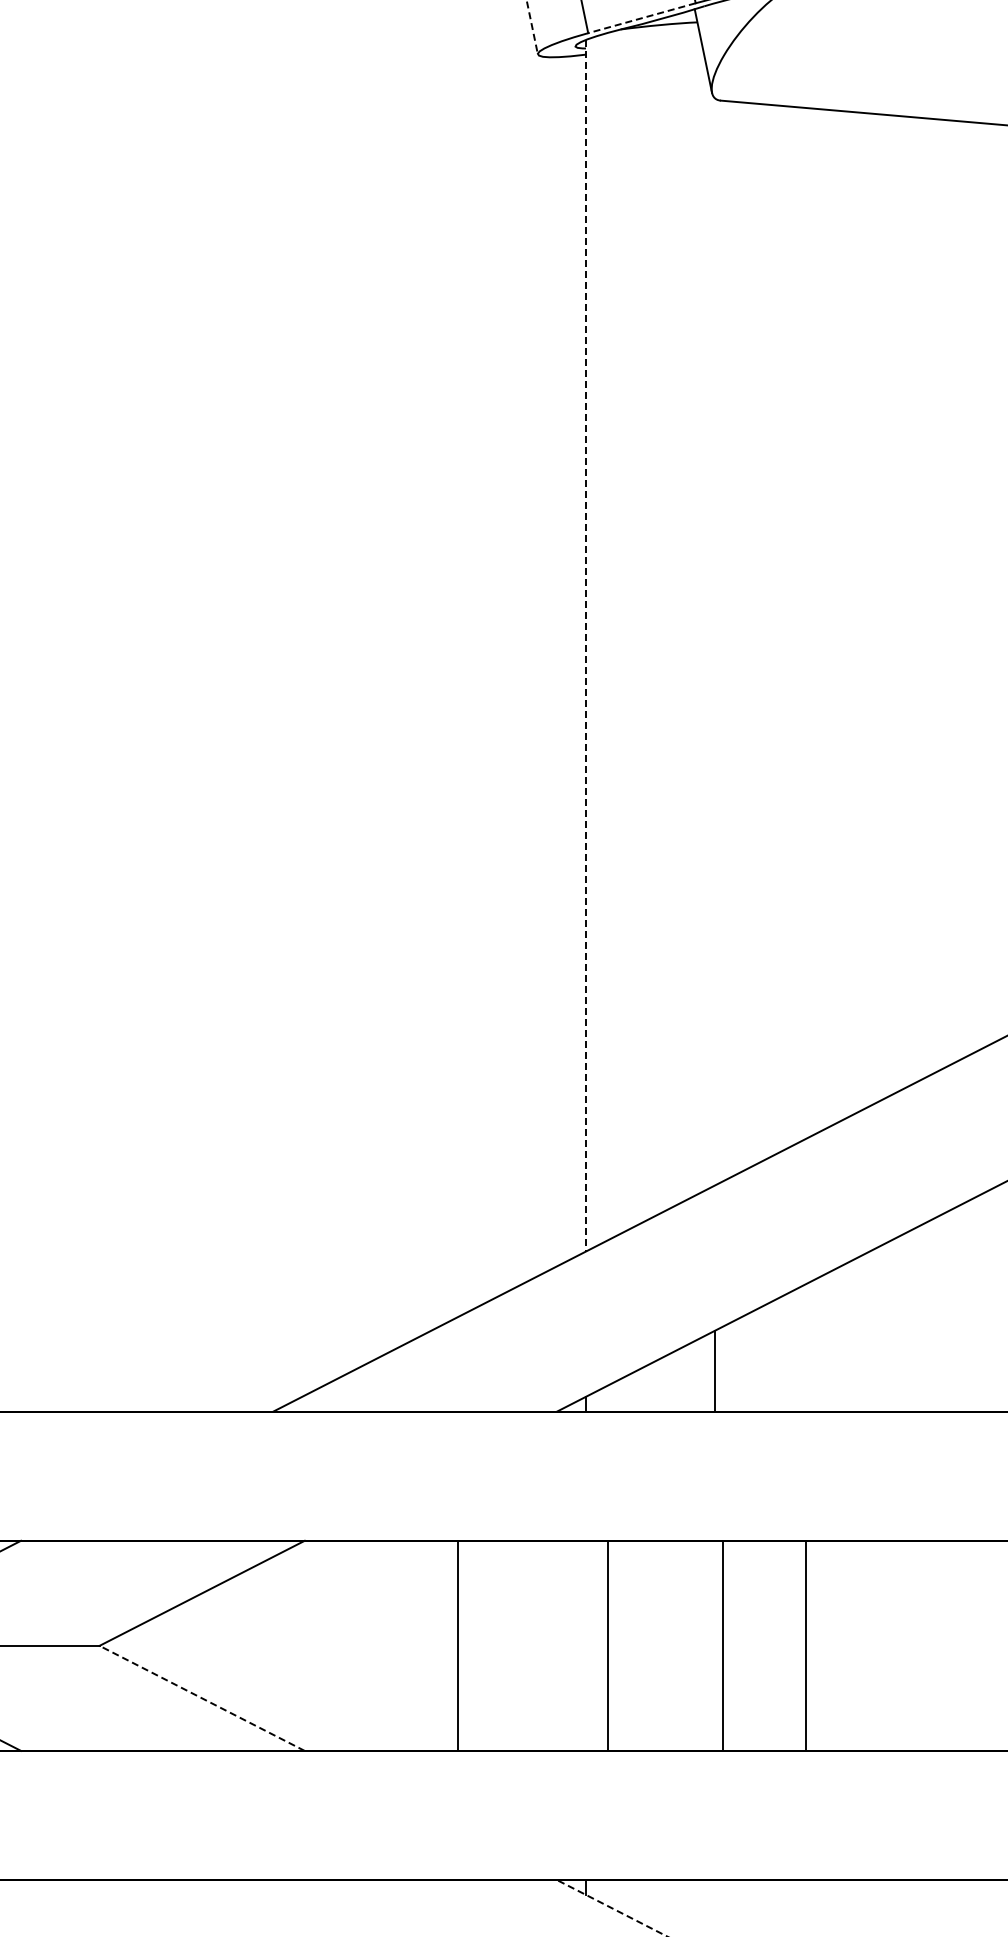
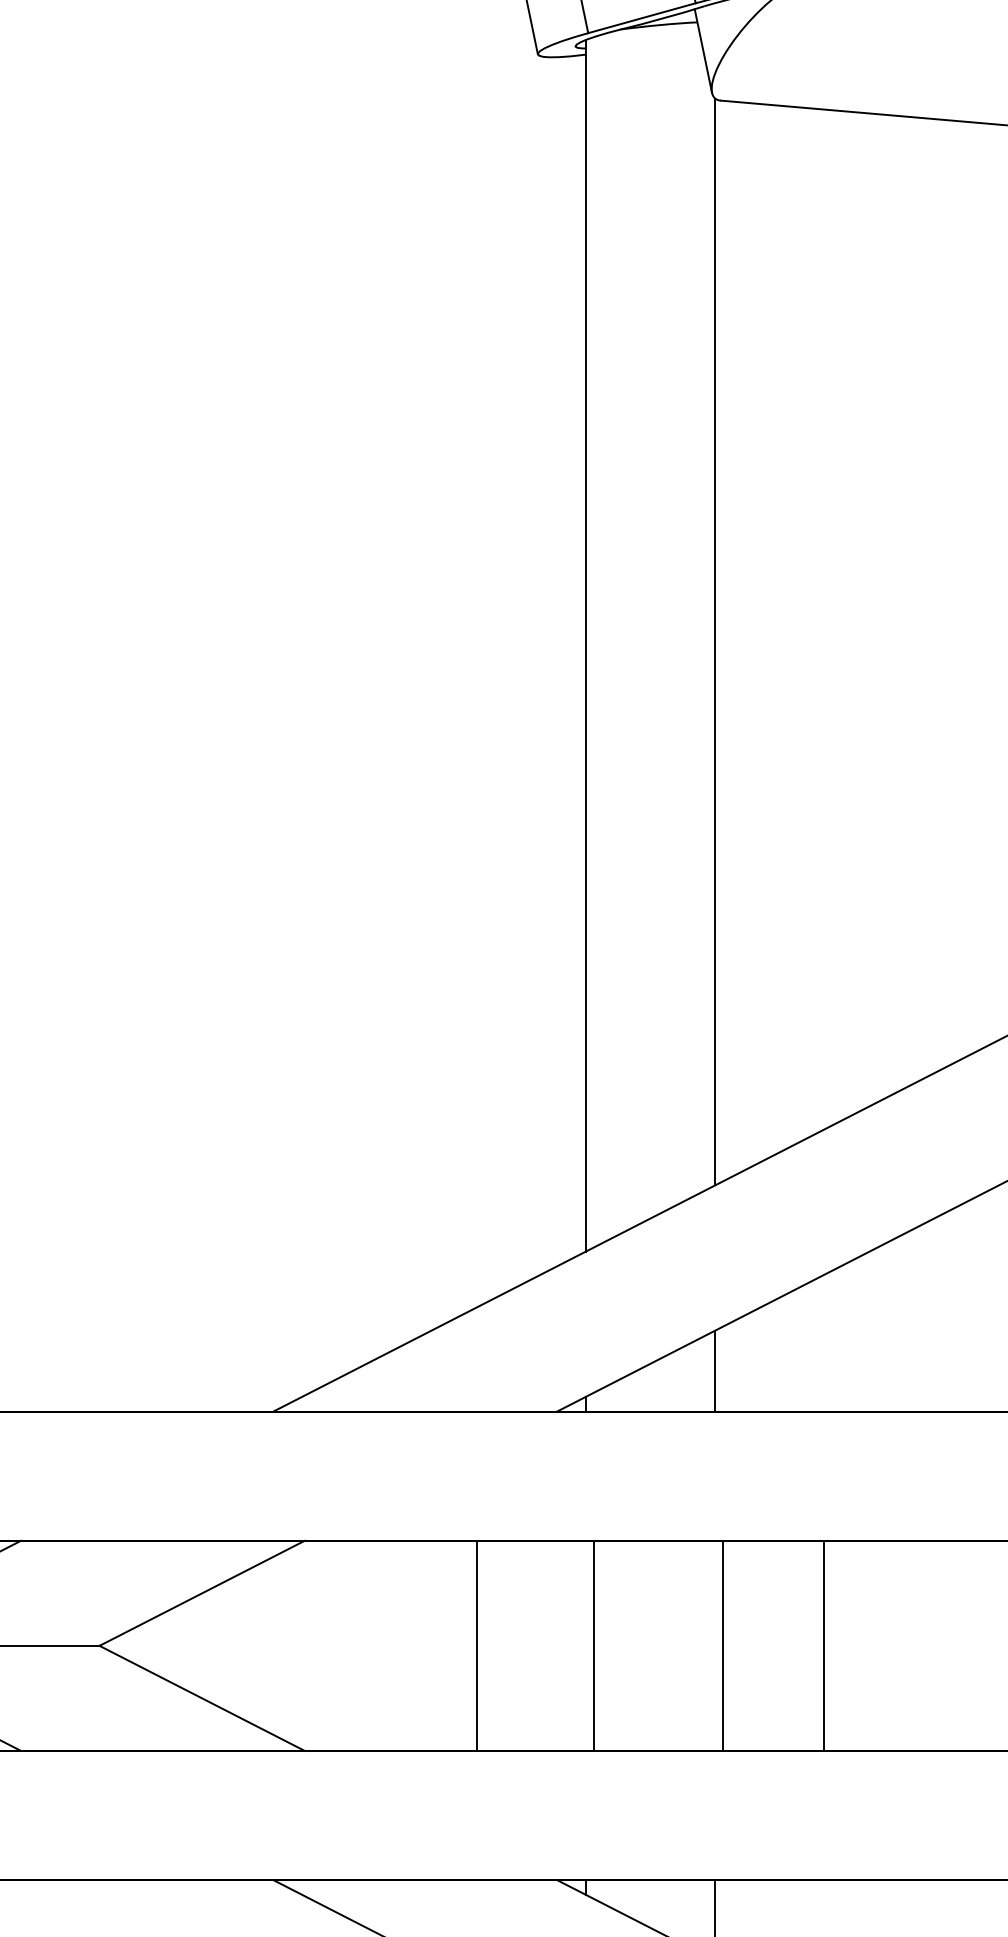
line at (641, 18): dashed -> solid
line at (532, 27): dashed -> solid
line at (715, 641): none -> present
line at (585, 645): dashed -> solid
line at (458, 1645) position: (458, 1645) -> (477, 1645)
line at (608, 1645) position: (608, 1645) -> (594, 1645)
line at (806, 1645) position: (806, 1645) -> (824, 1645)
line at (201, 1698): dashed -> solid
line at (325, 1906): none -> present
line at (715, 1906): none -> present
line at (612, 1908): dashed -> solid
